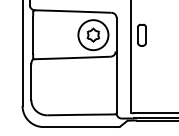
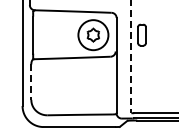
line at (131, 57): solid -> dashed
line at (31, 82): solid -> dashed
